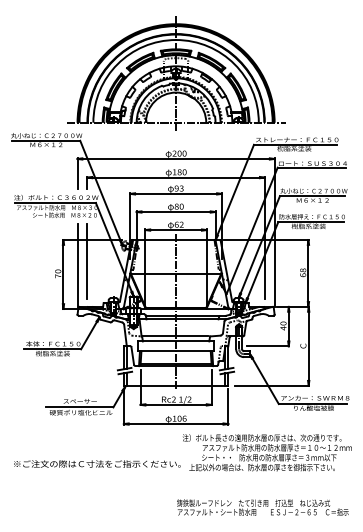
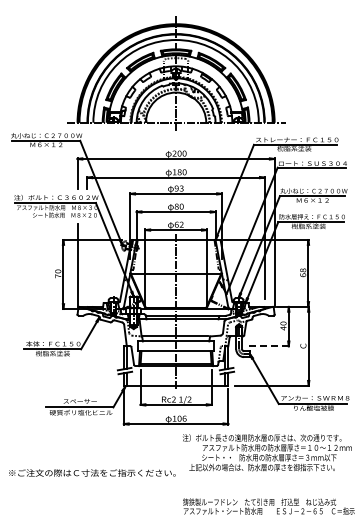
line at (87, 261): present -> none
line at (267, 346): solid -> dashed
text at (97, 463) position: (97, 463) -> (92, 472)
text at (262, 507) position: (262, 507) -> (268, 506)
